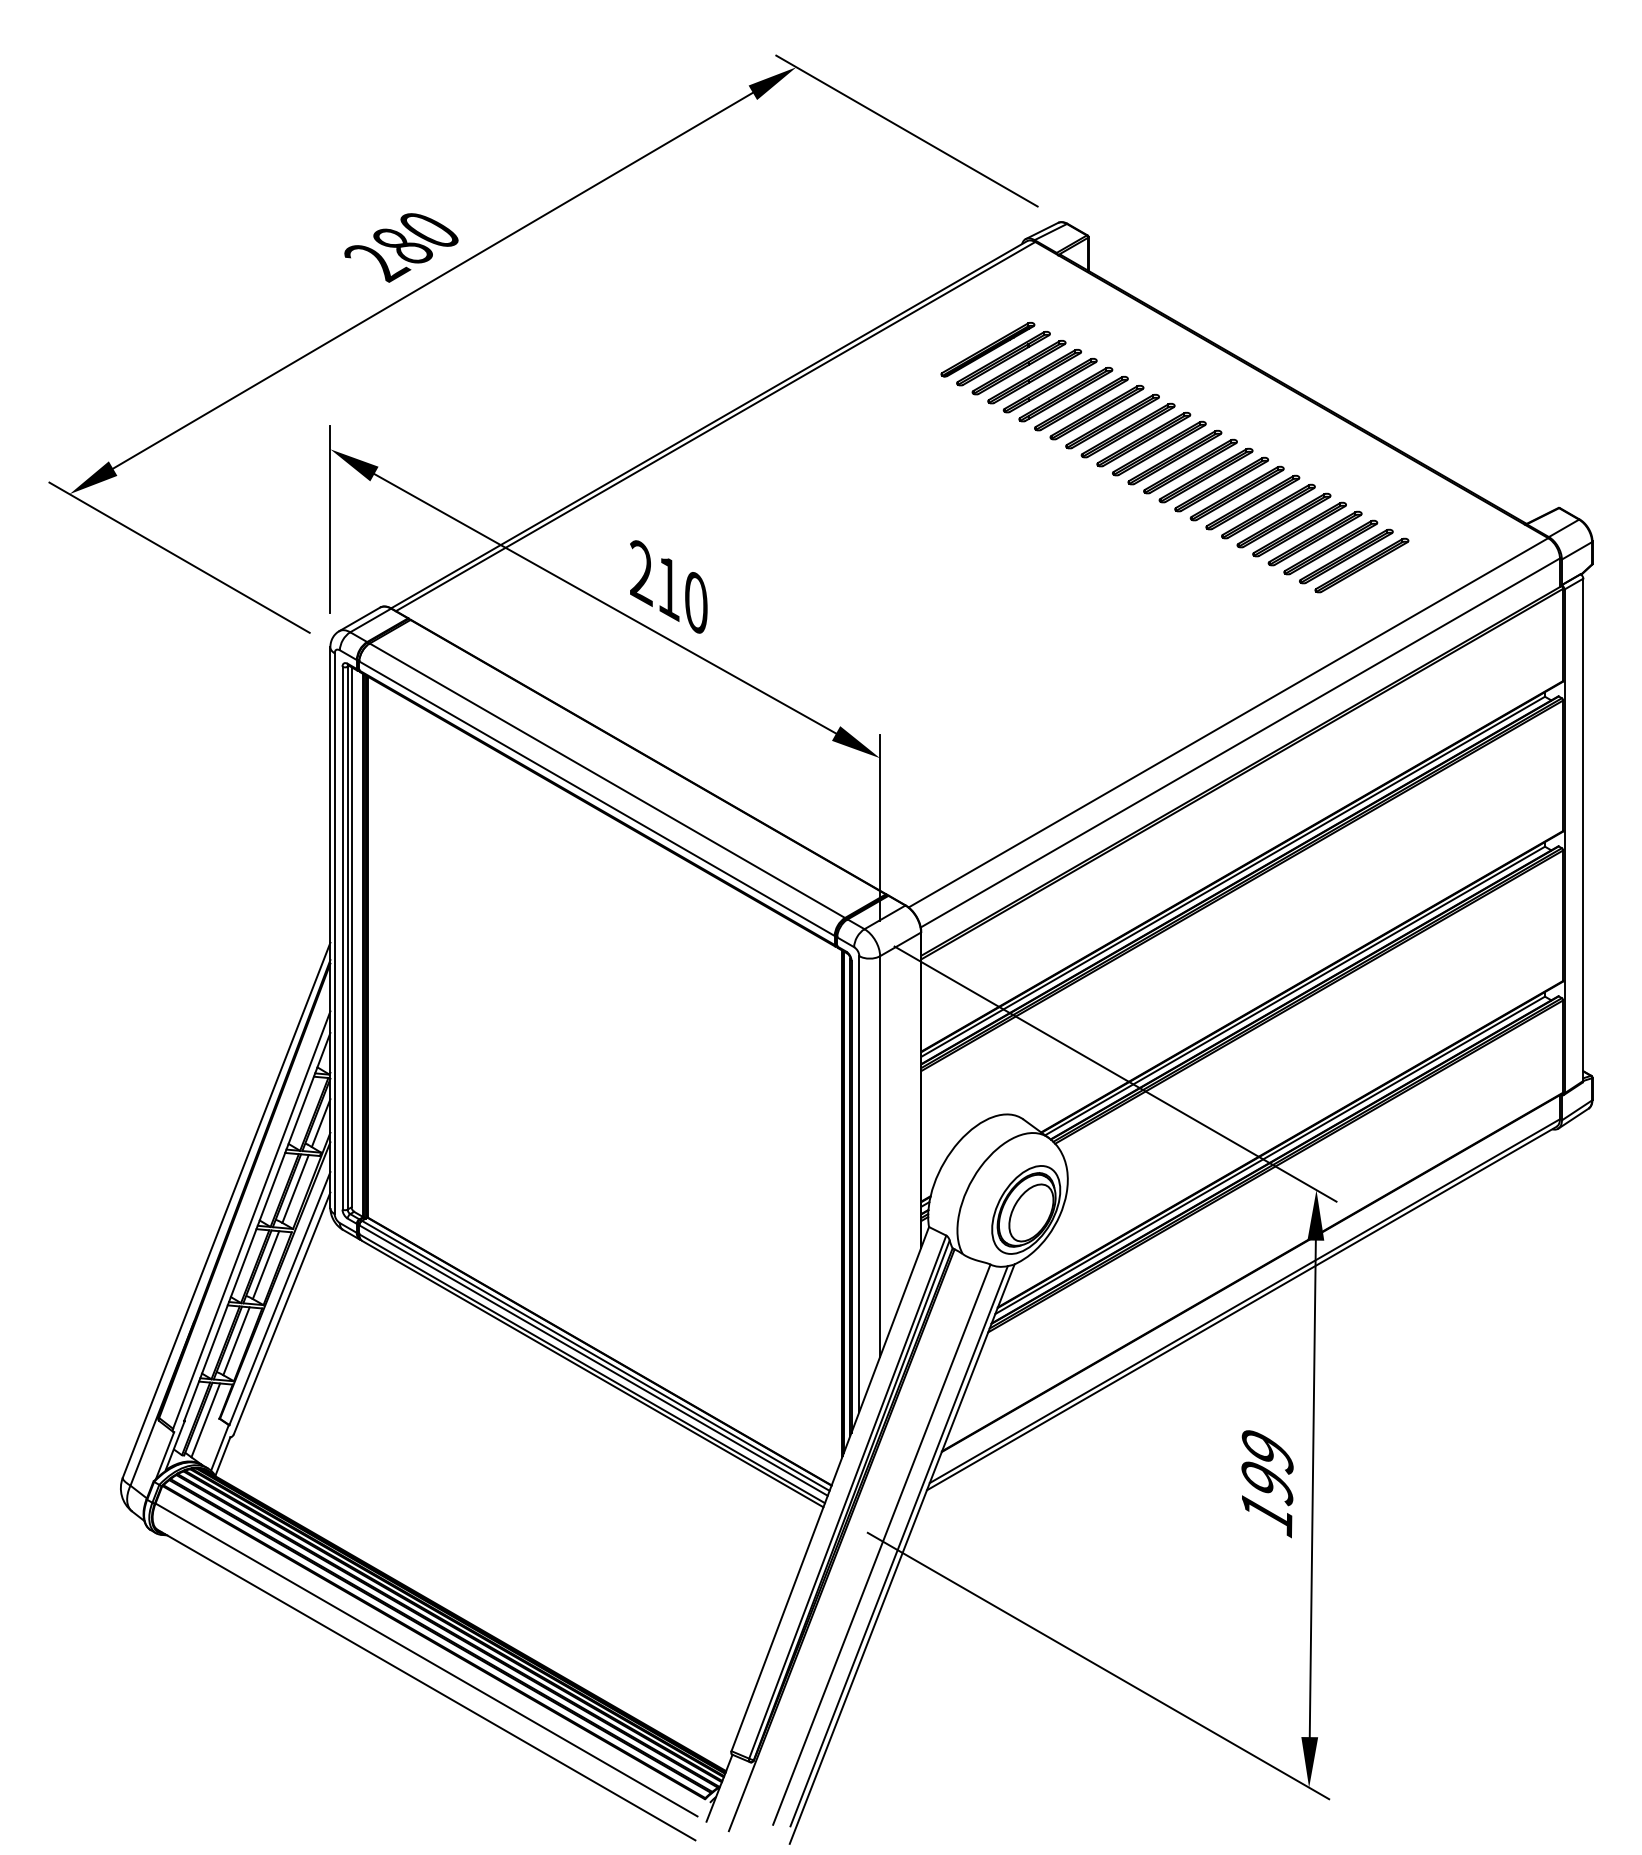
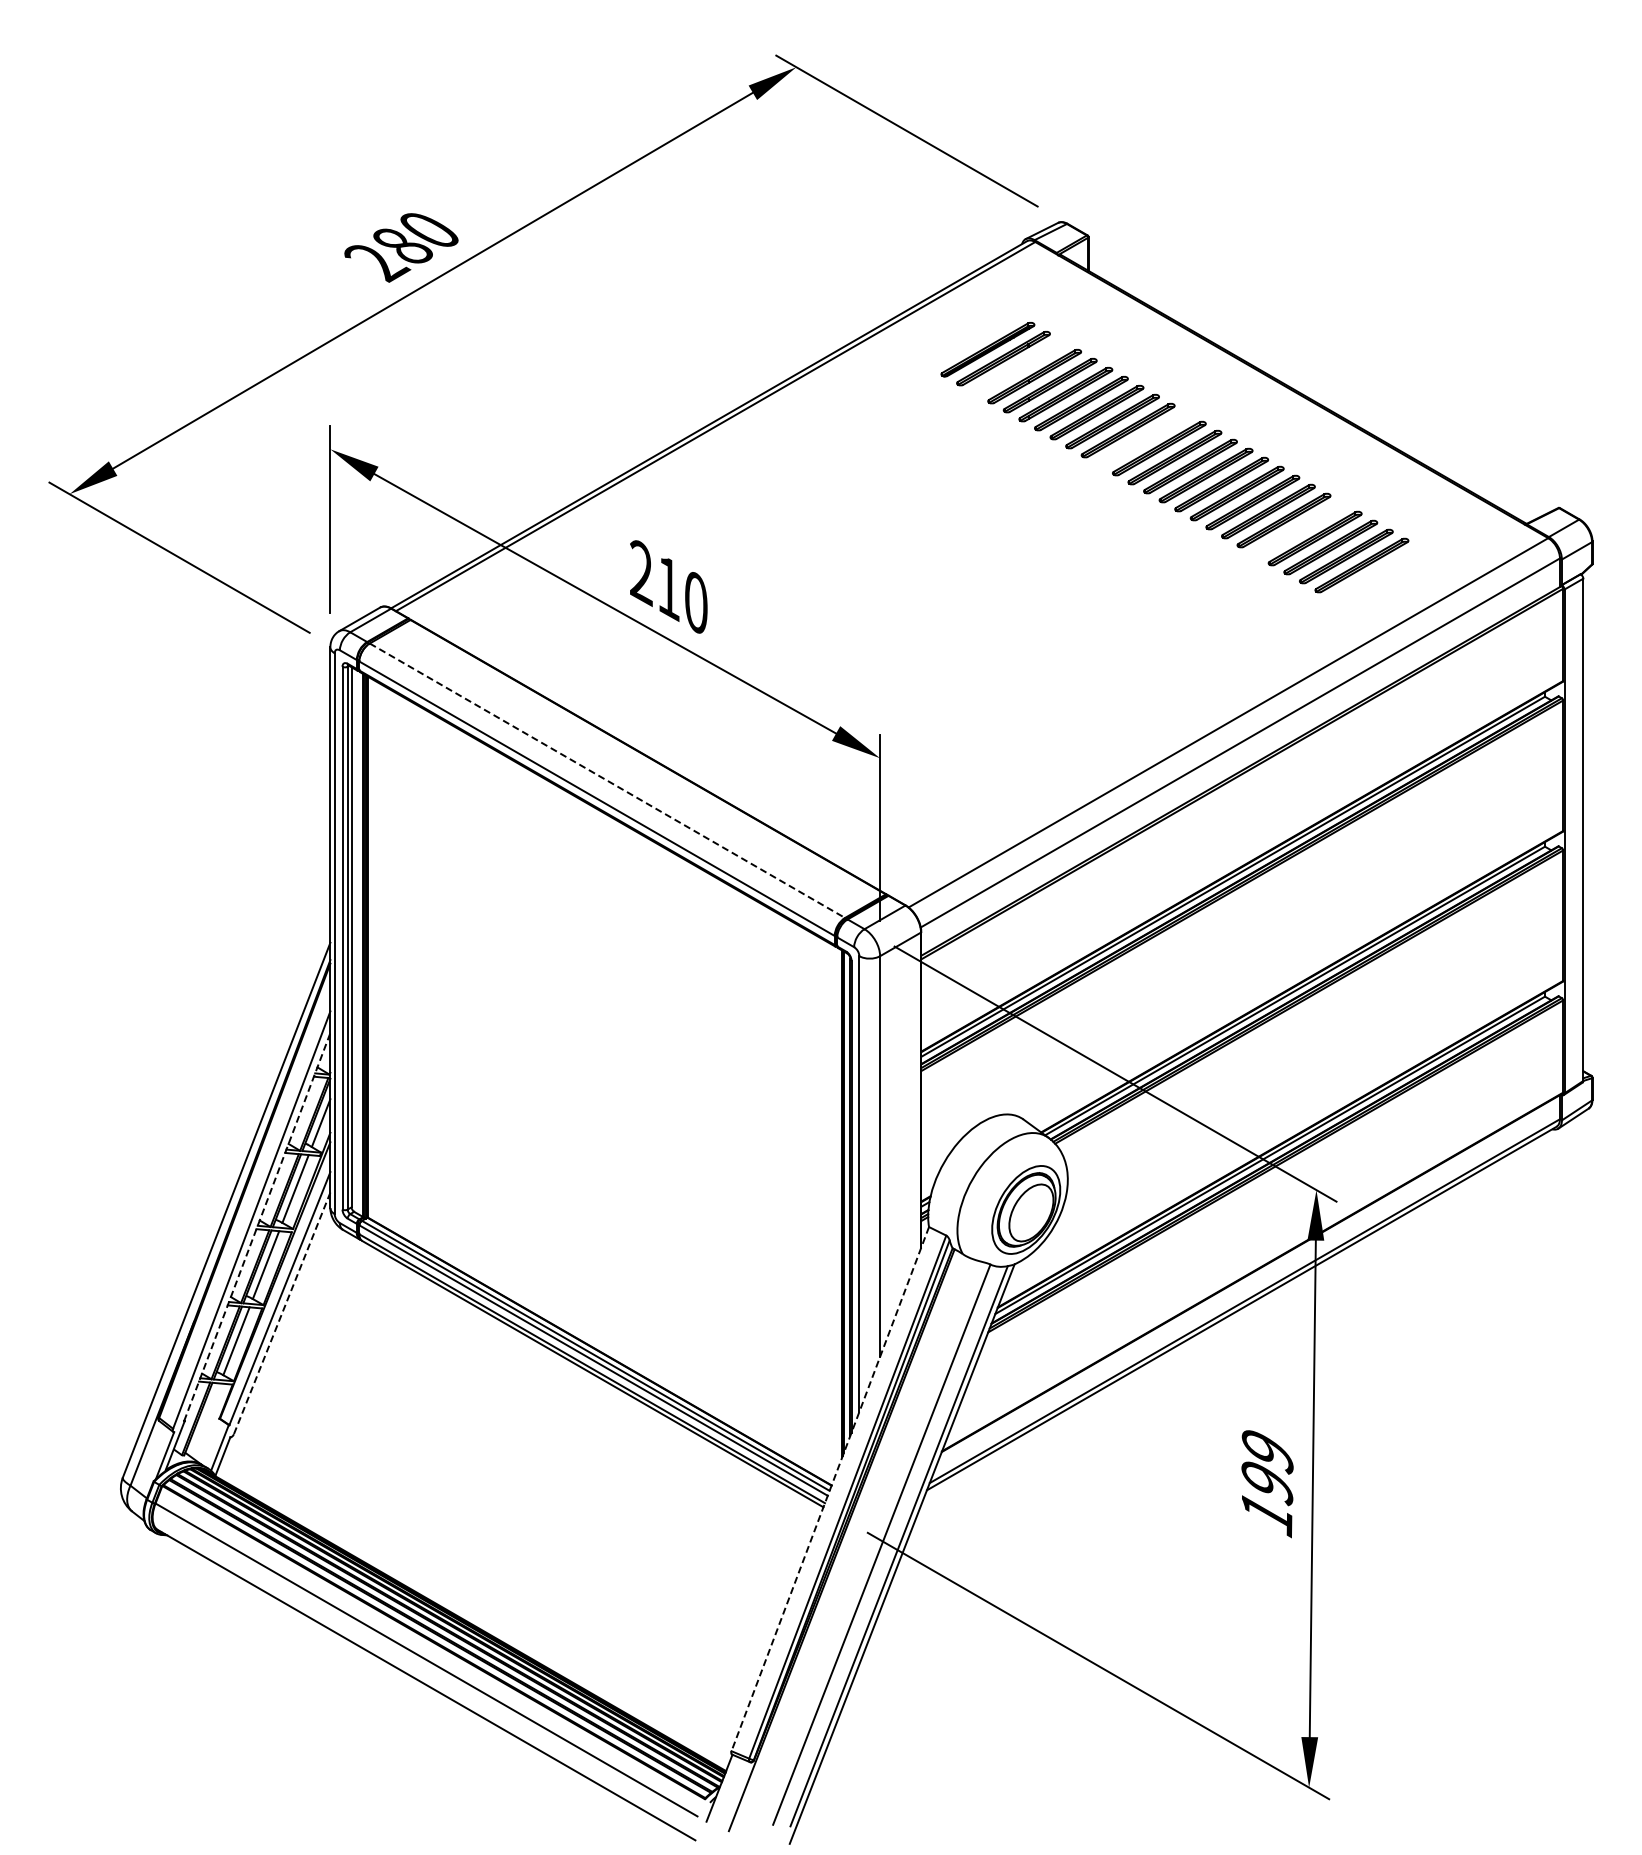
part at (1018, 367): present -> none
part at (1143, 439): present -> none
part at (1299, 529): present -> none
line at (607, 780): solid -> dashed
line at (257, 1226): solid -> dashed
line at (281, 1313): solid -> dashed
line at (205, 1420): present -> none
line at (830, 1489): solid -> dashed
